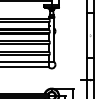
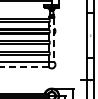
line at (54, 40): solid -> dashed
line at (23, 67): solid -> dashed
